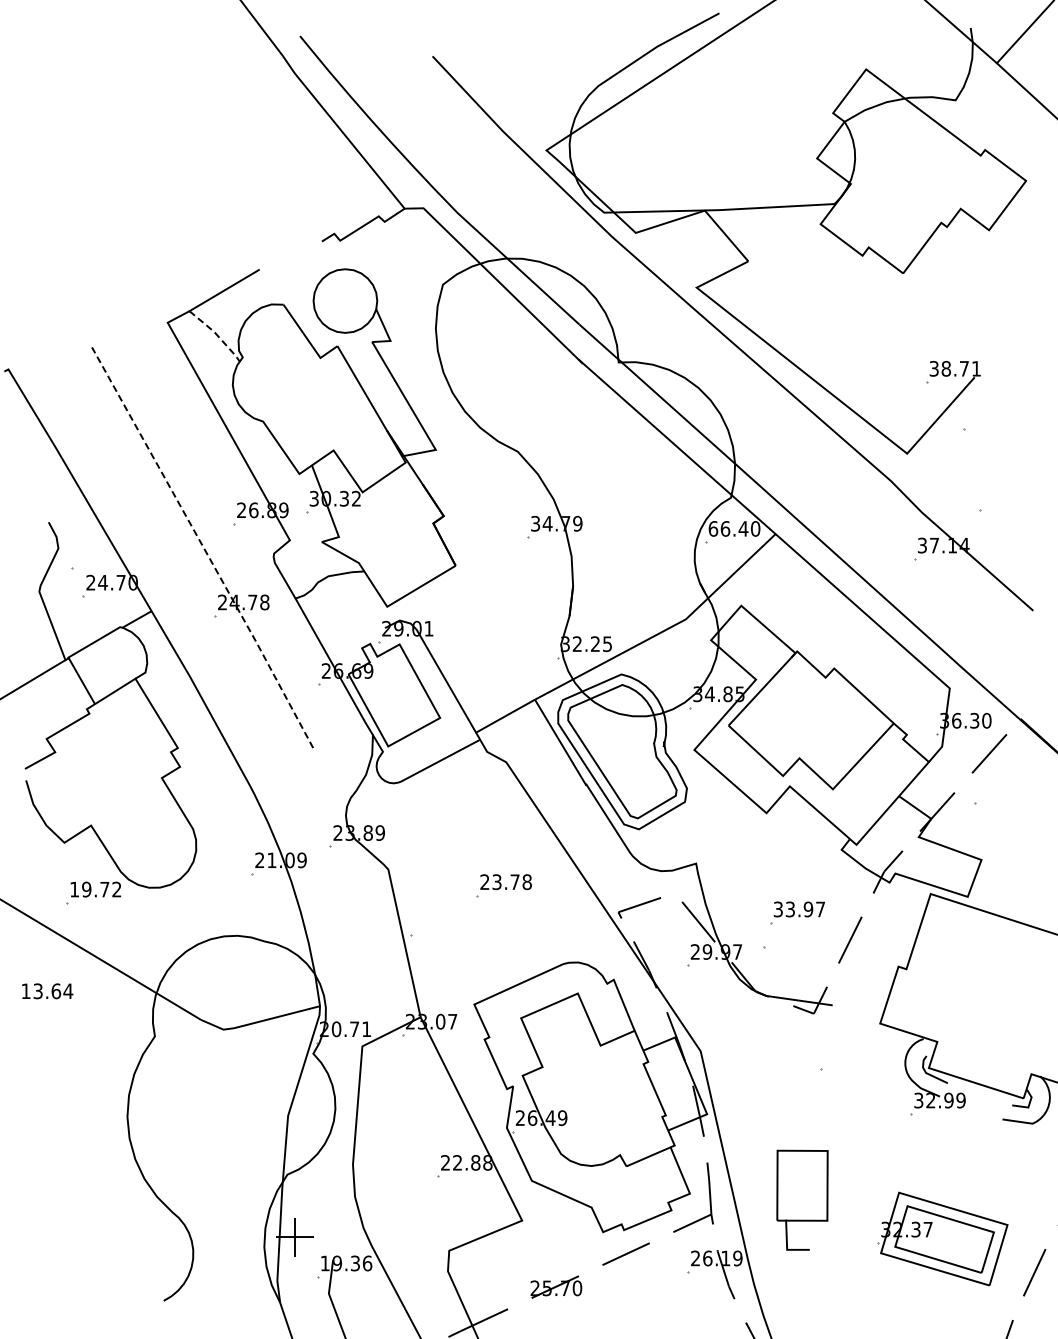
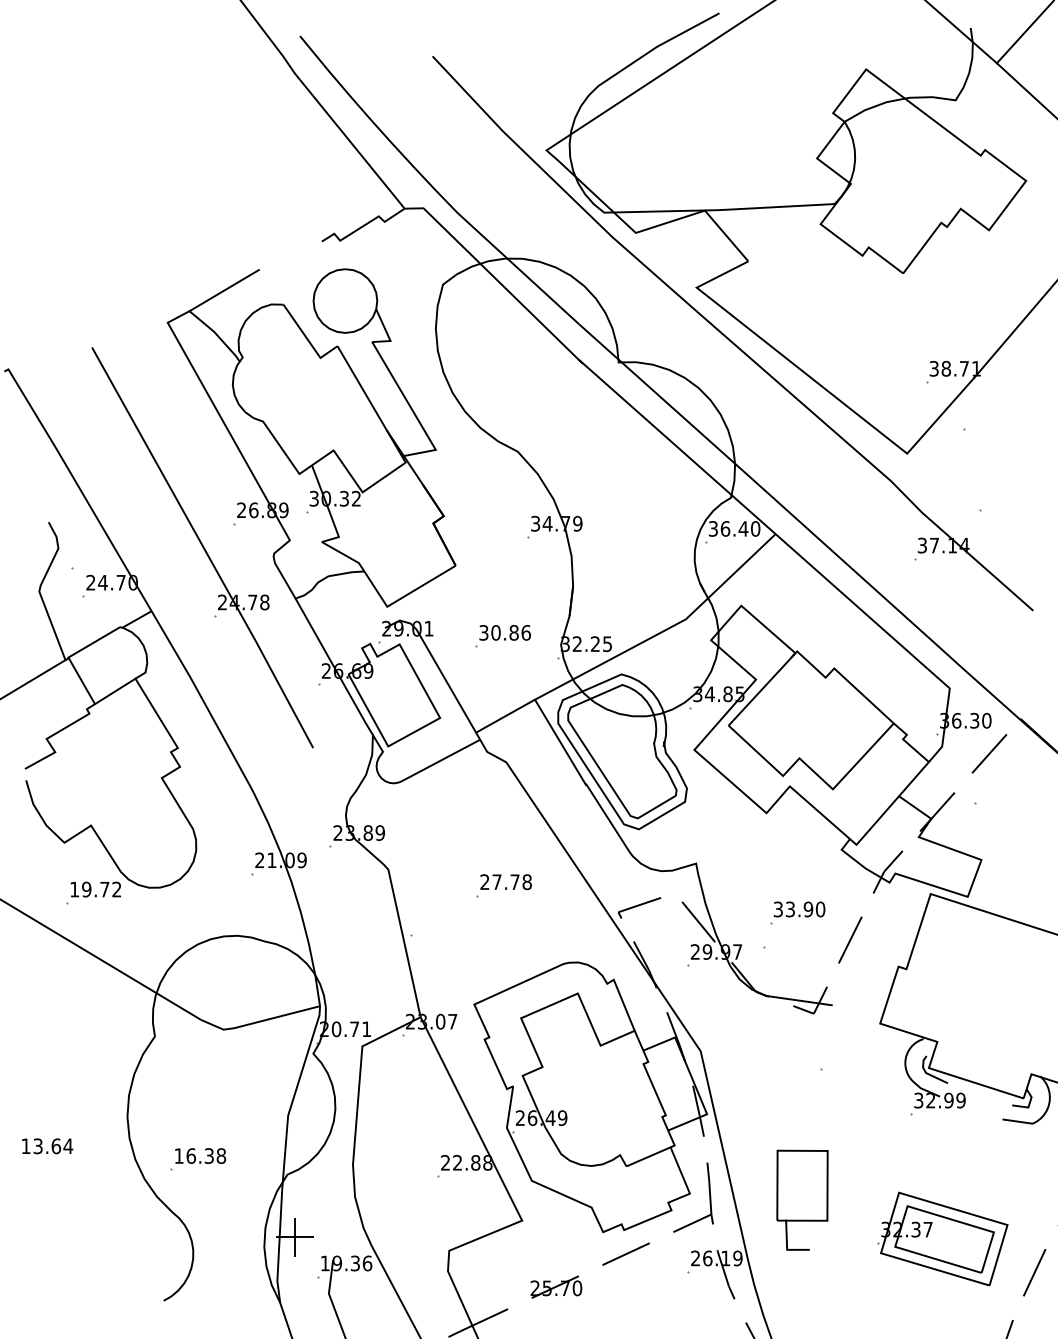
line at (1014, 330): none -> present
line at (216, 334): dashed -> solid
text at (713, 528): 66.40 -> 36.40
line at (203, 547): dashed -> solid
part at (502, 636): none -> present
text at (496, 882): 23.78 -> 27.78
text at (820, 909): 33.97 -> 33.90
text at (47, 991) position: (47, 991) -> (47, 1146)
part at (198, 1159): none -> present
